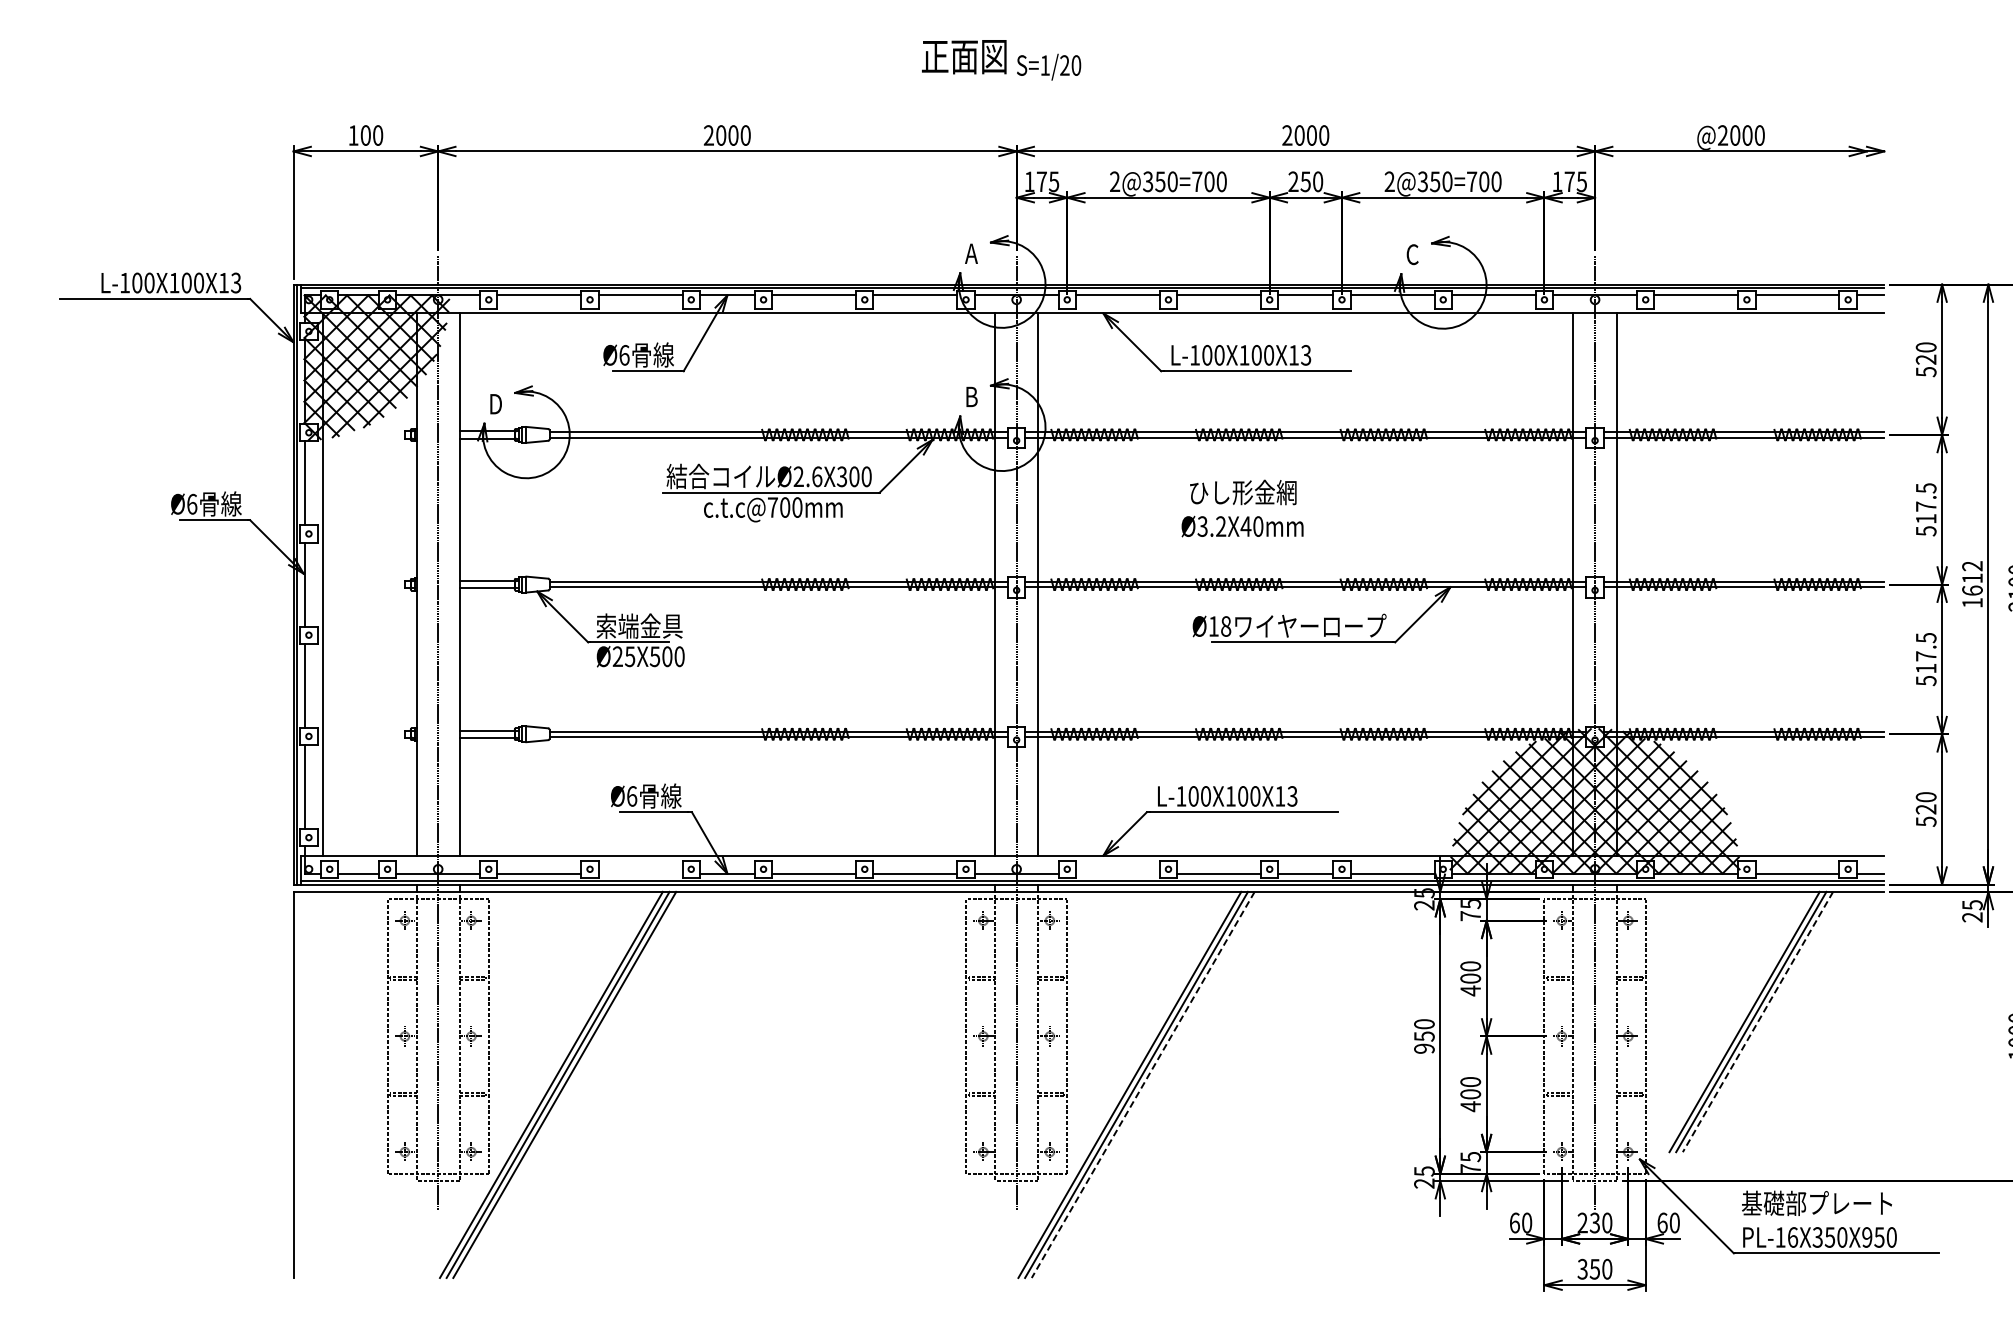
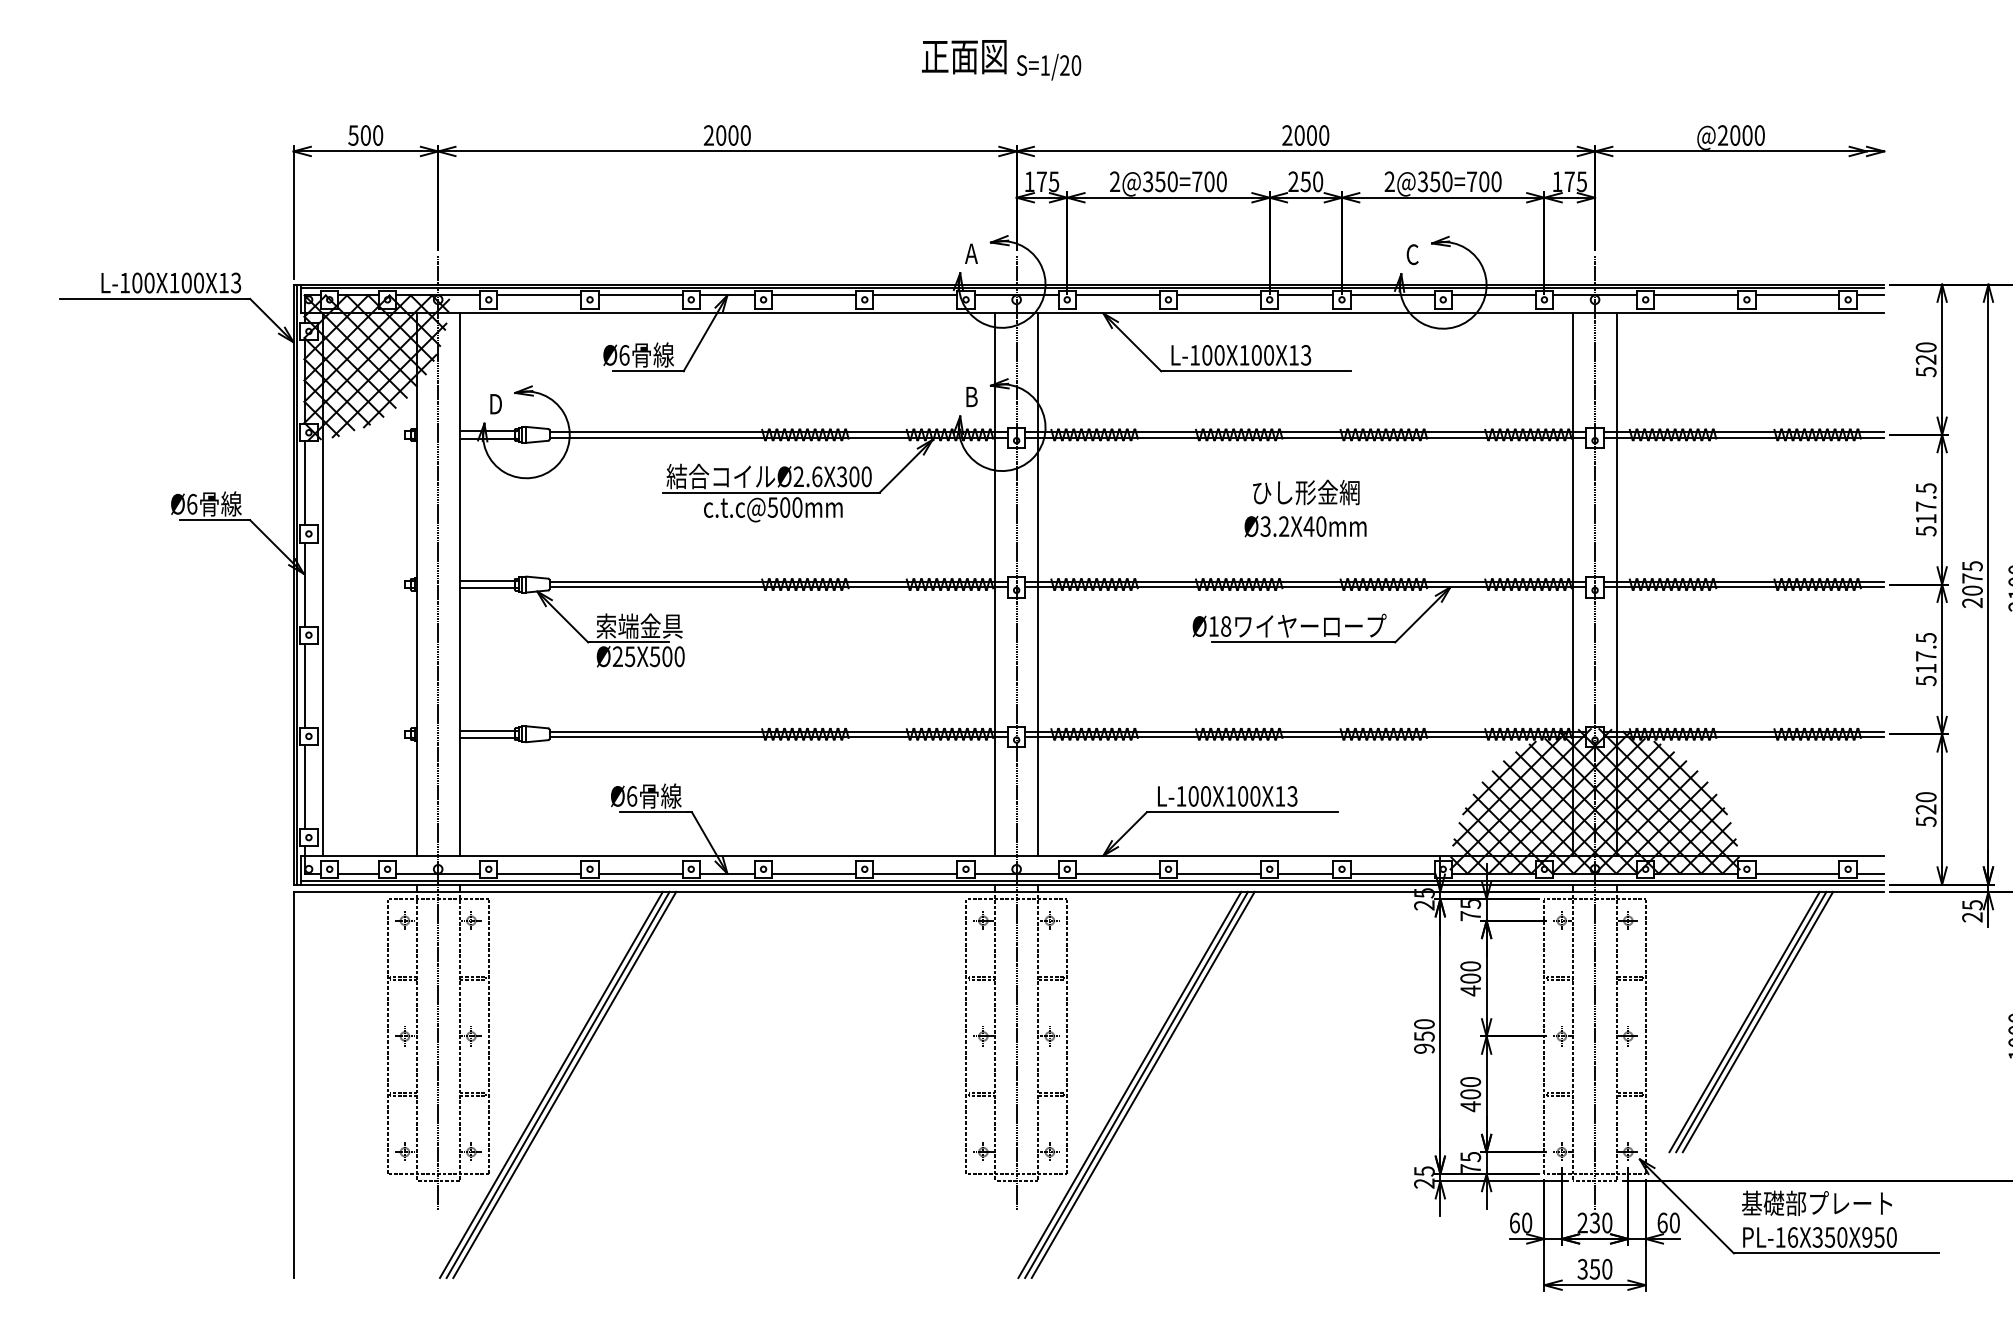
text at (353, 135): 100 -> 500
text at (772, 507): c.t.c@700mm -> c.t.c@500mm
text at (1242, 508) position: (1242, 508) -> (1305, 508)
text at (1972, 584): 1612 -> 2075
line at (640, 873): none -> present
line at (1117, 873): none -> present
line at (1757, 1022): dashed -> solid
line at (1143, 1084): dashed -> solid
